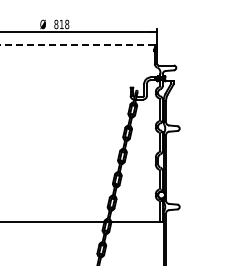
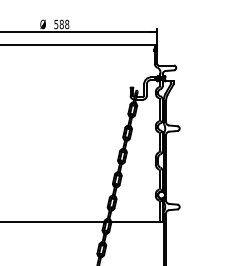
text at (58, 24): 818 -> 588
line at (76, 45): dashed -> solid
